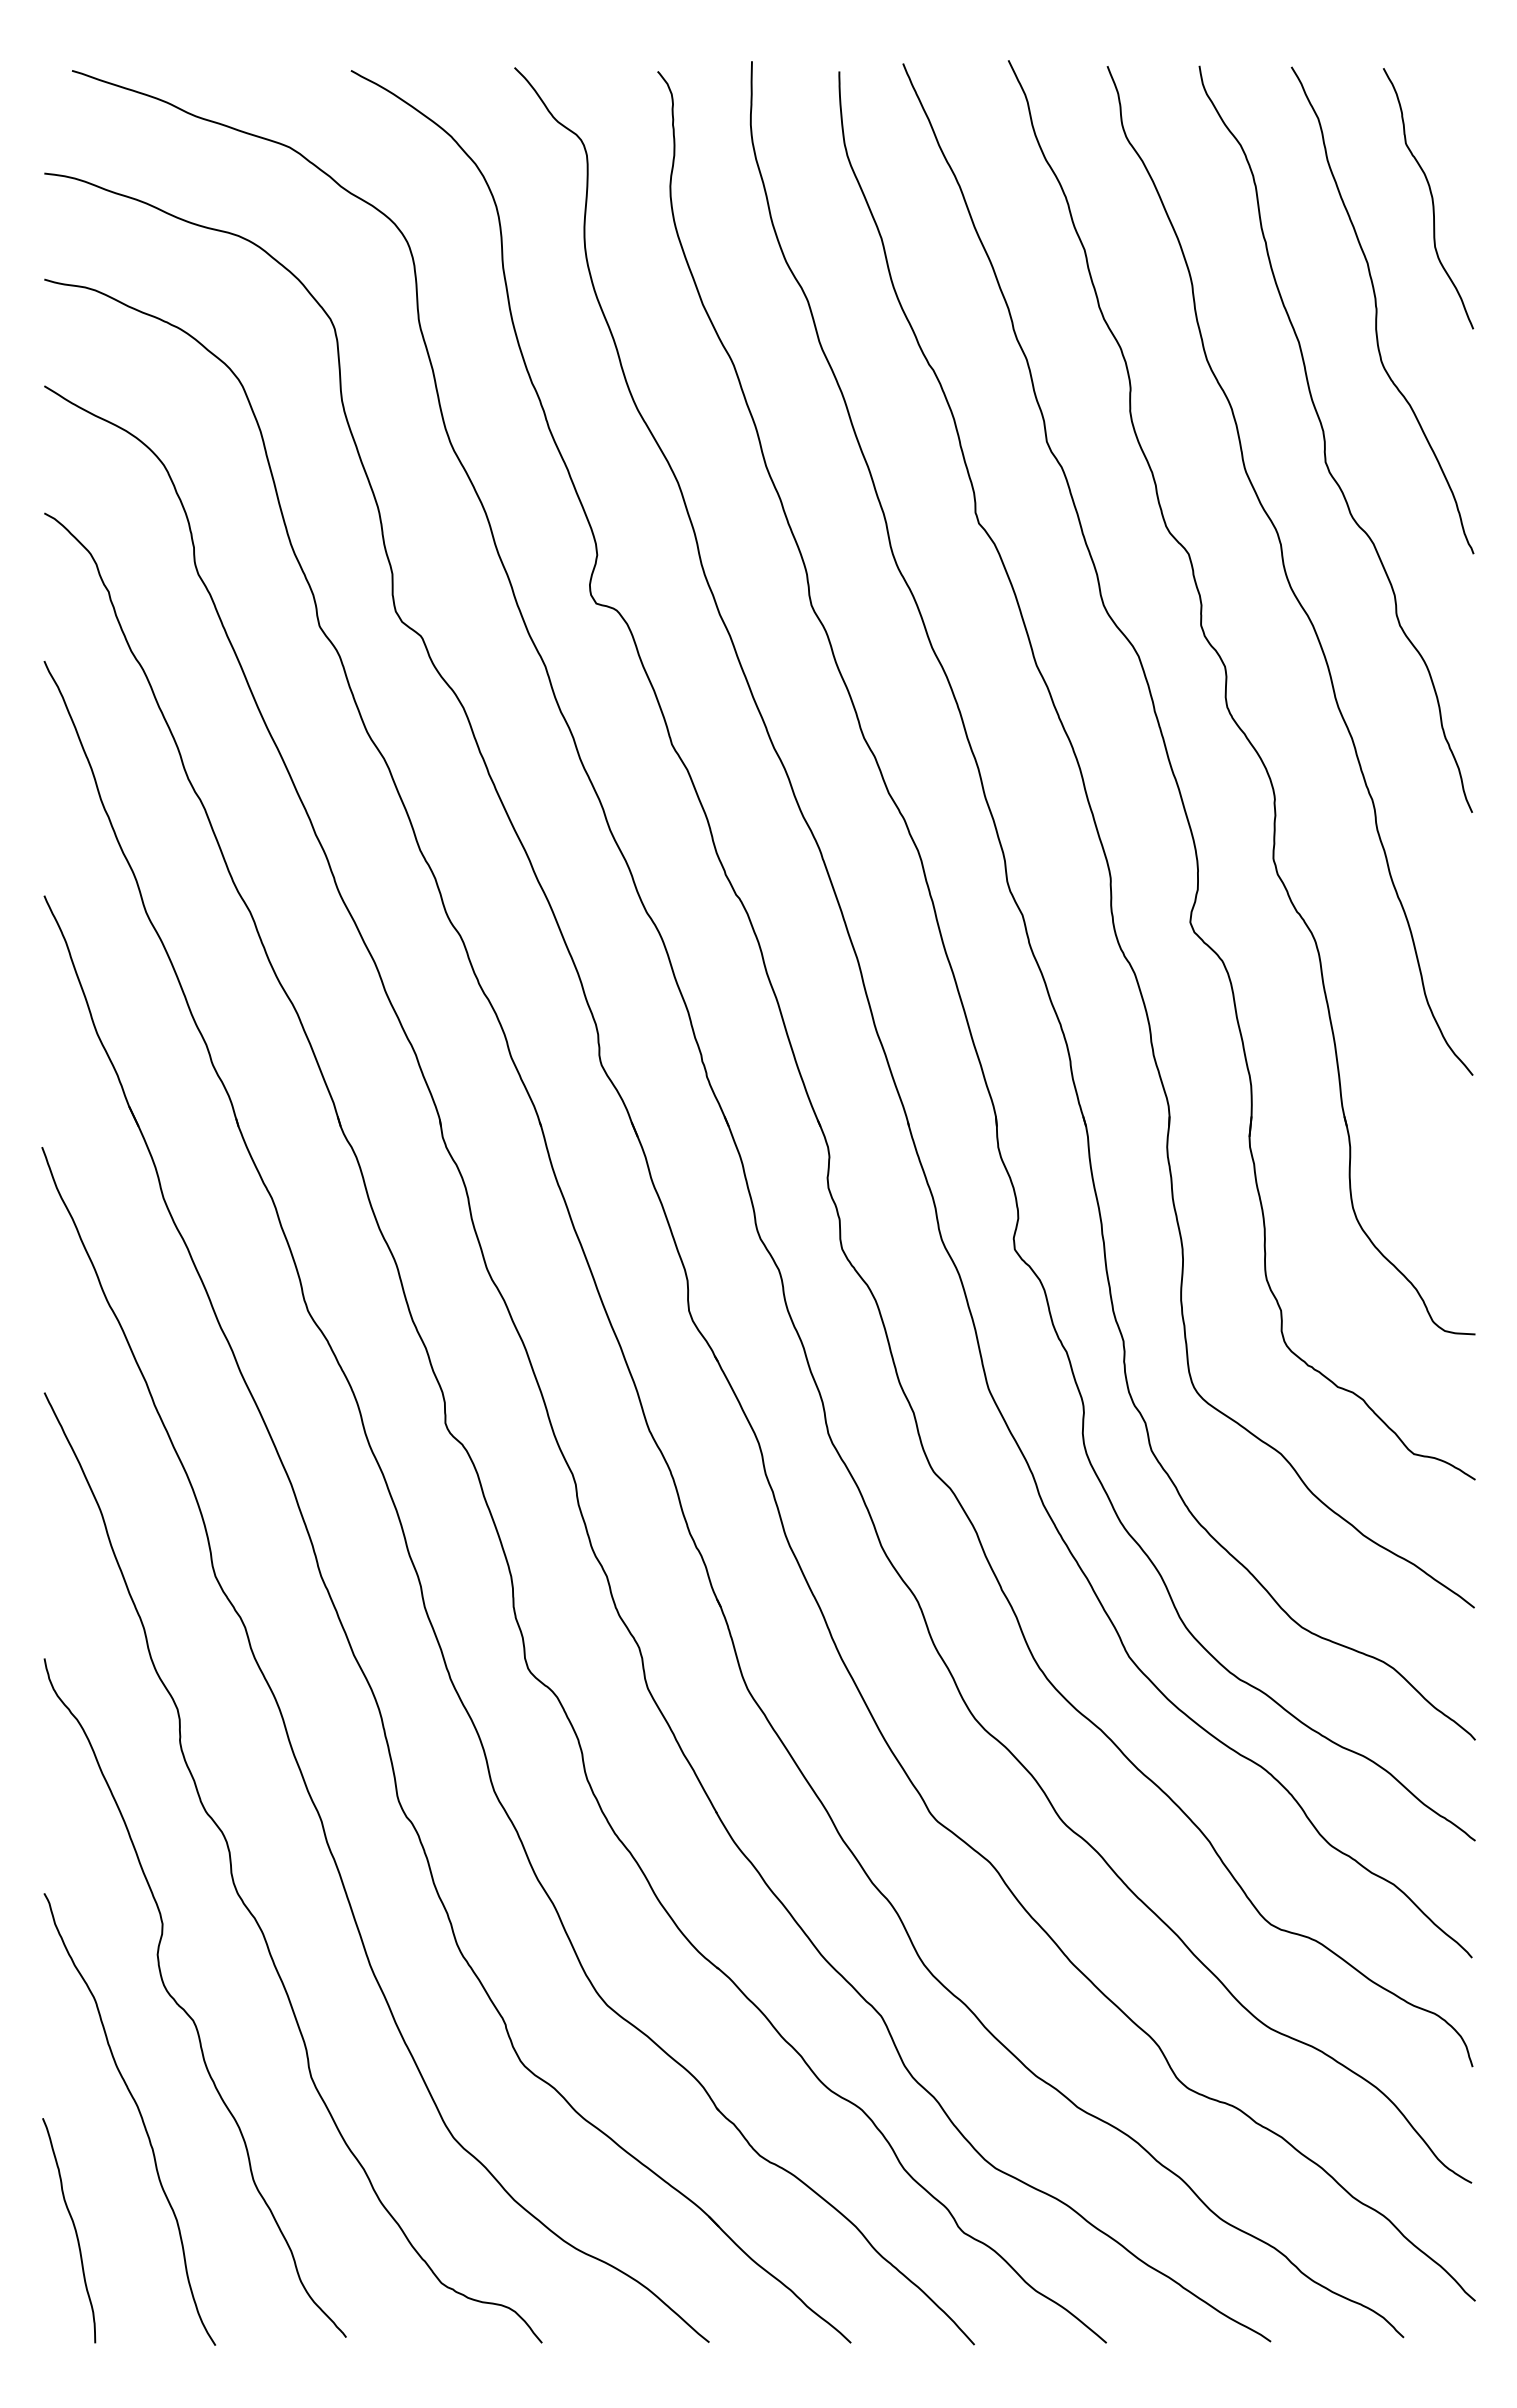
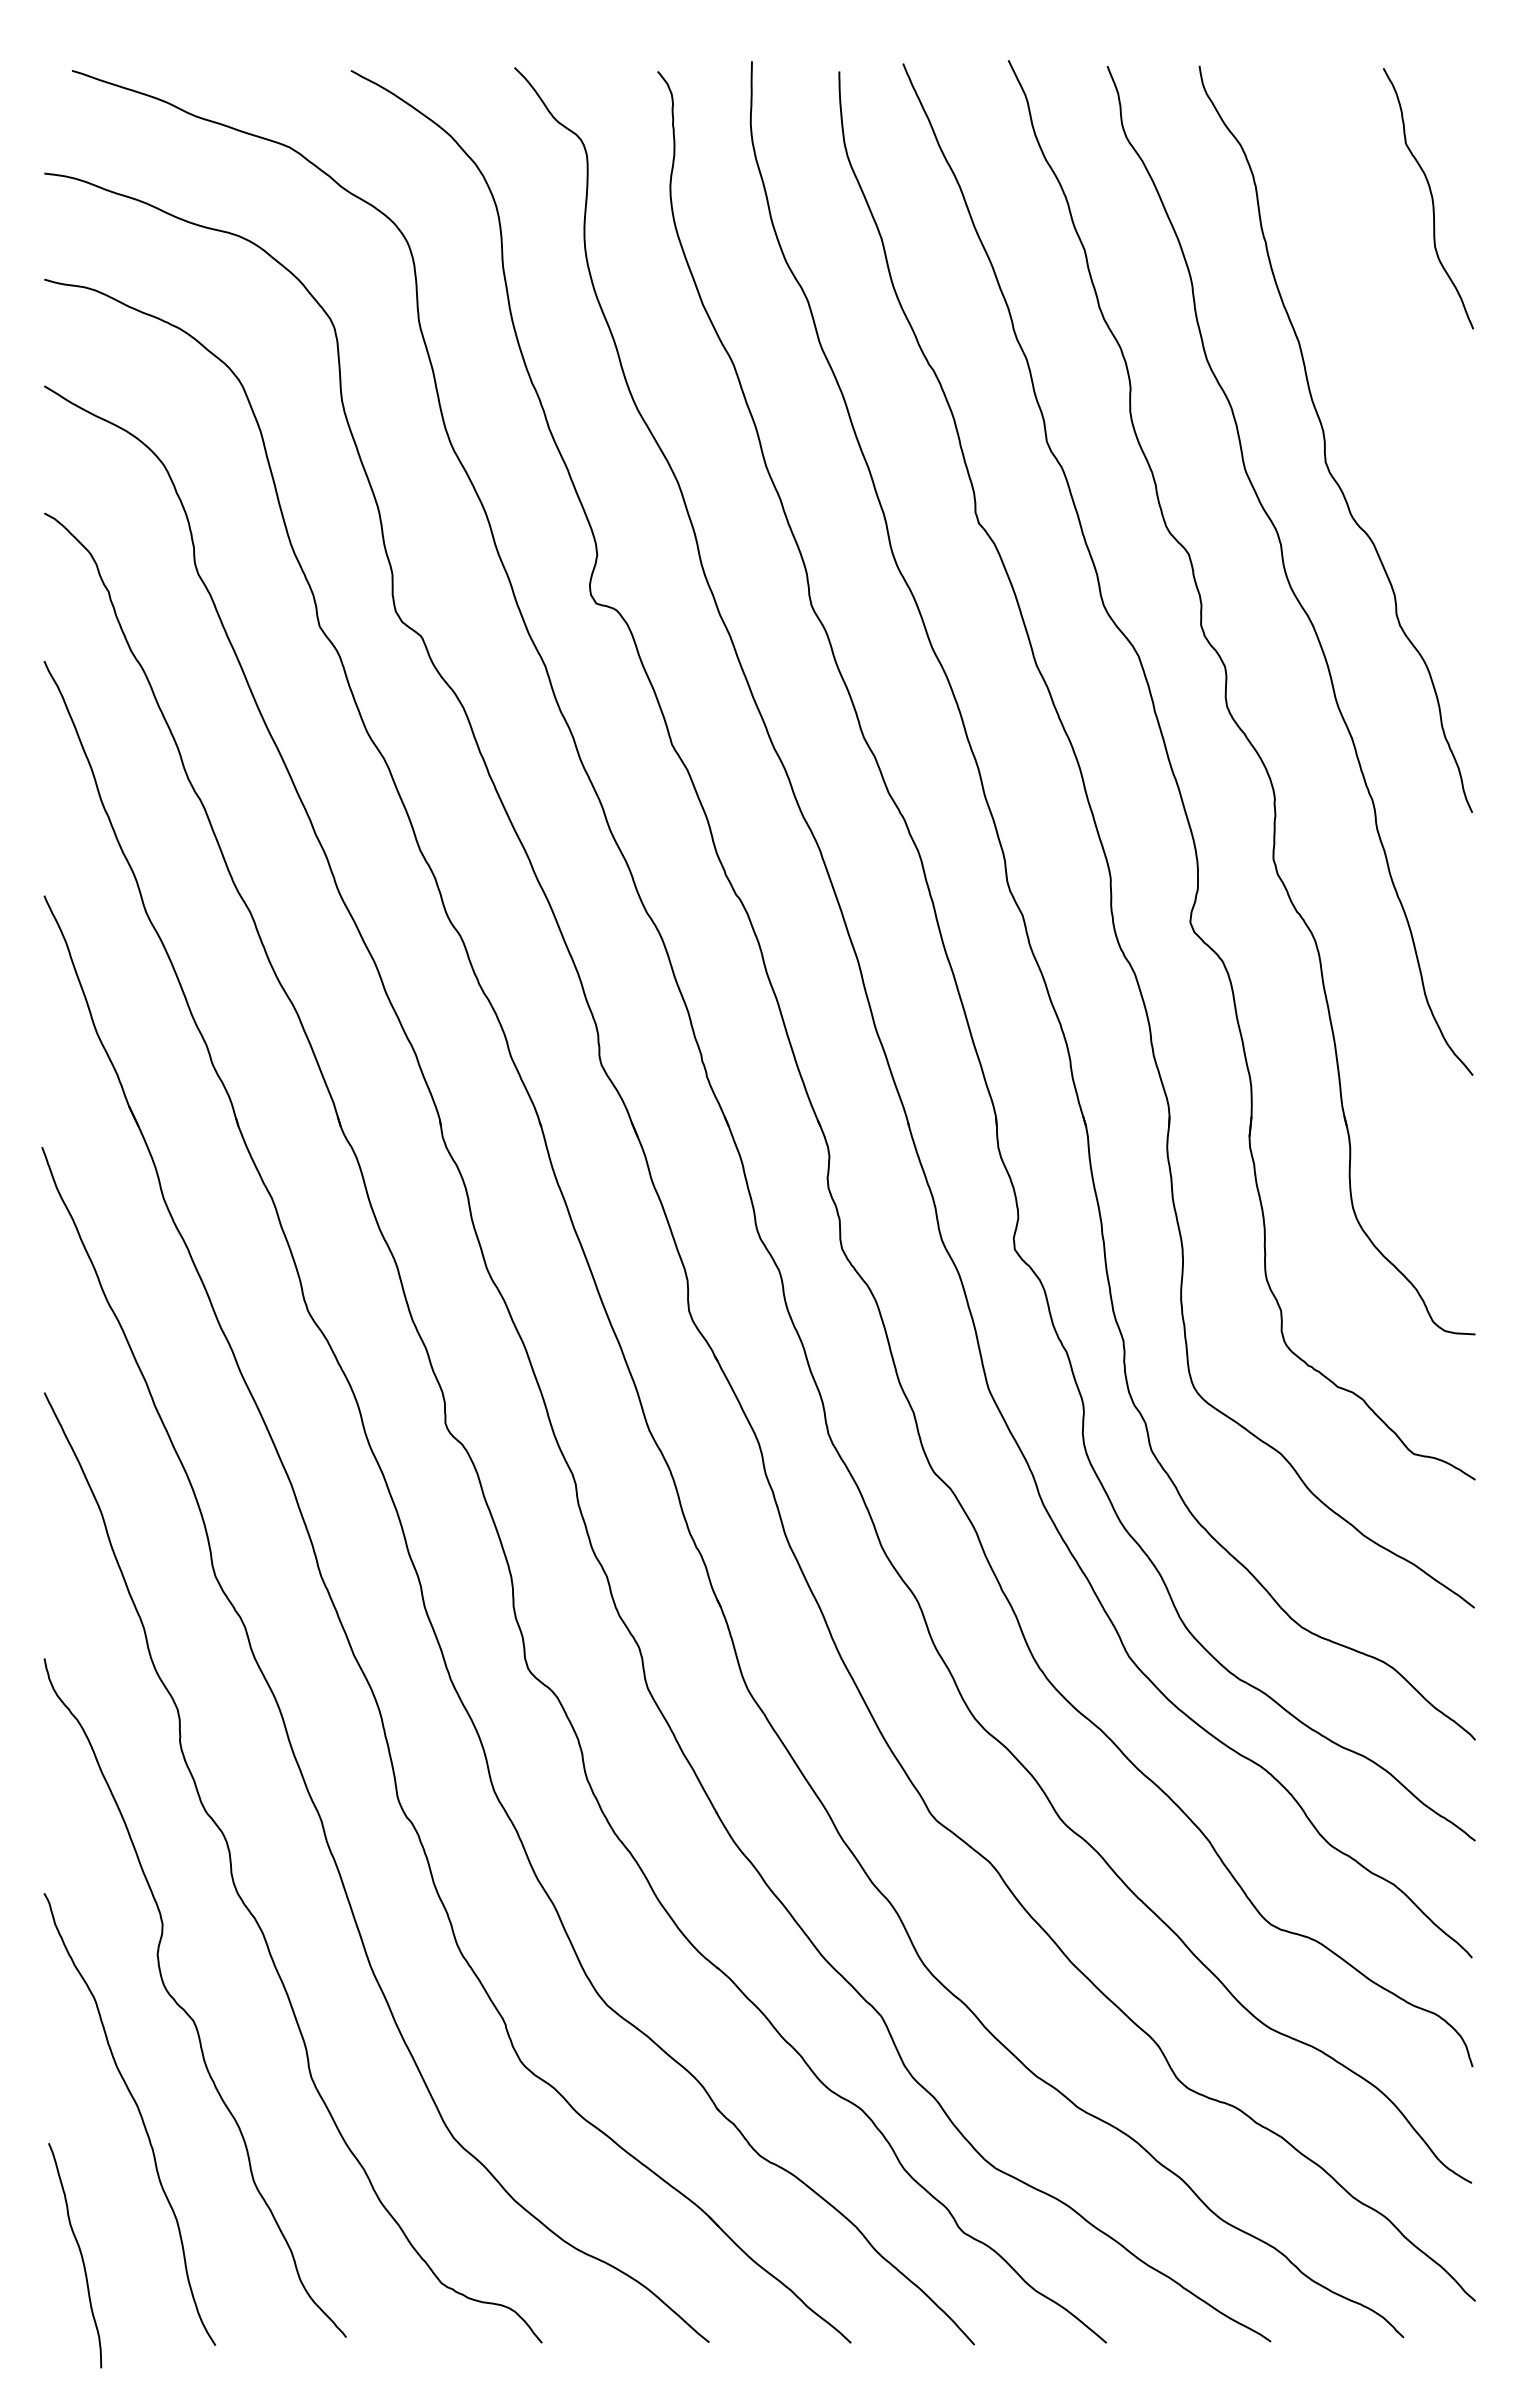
curve at (1377, 310): present -> none
curve at (73, 2227) position: (73, 2227) -> (79, 2252)
